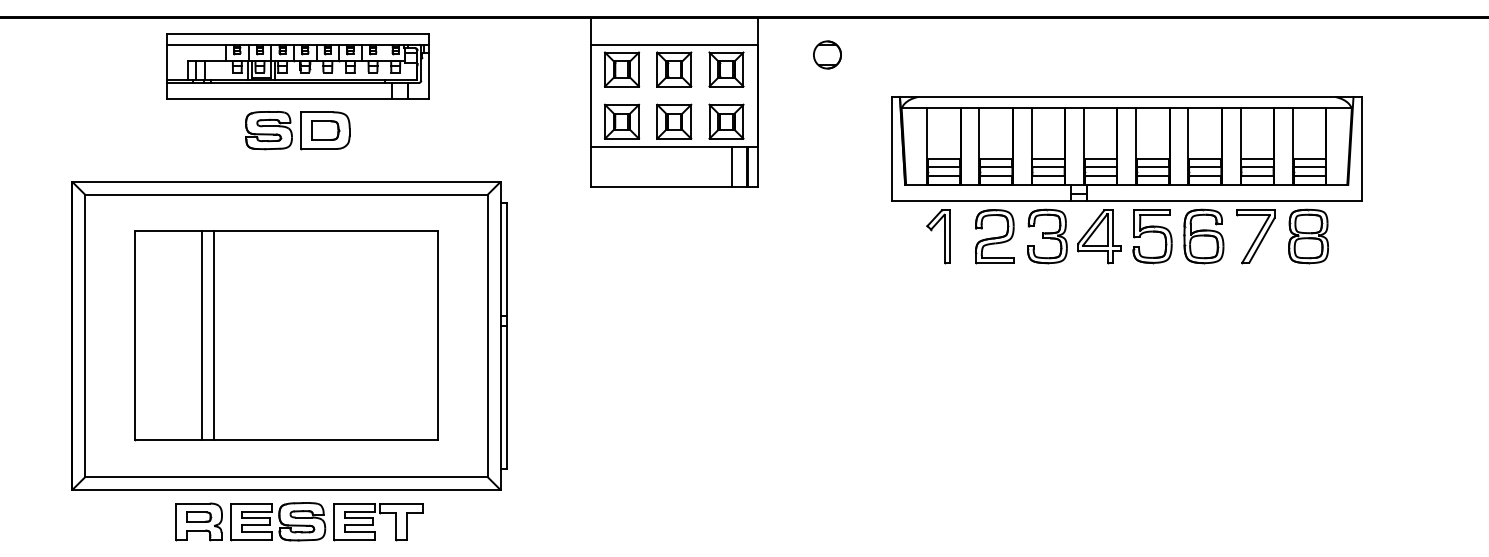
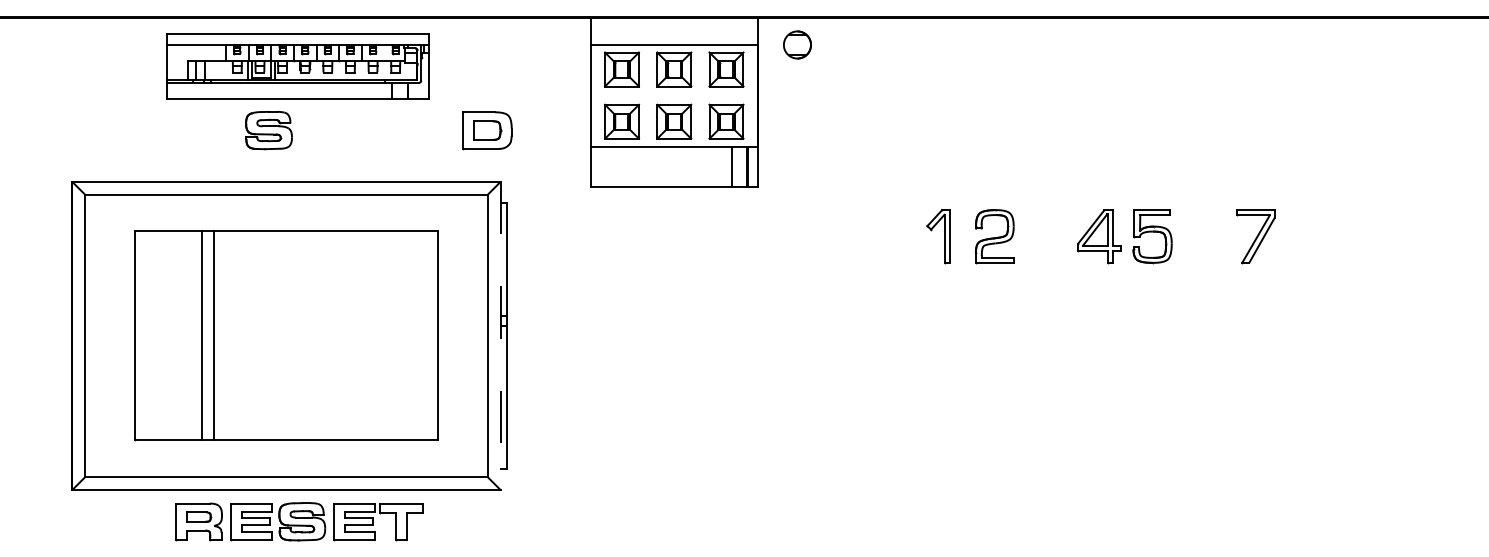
part at (827, 54) position: (827, 54) -> (797, 44)
part at (325, 130) position: (325, 130) -> (487, 130)
part at (1126, 180): present -> none
line at (500, 336): solid -> dashed
